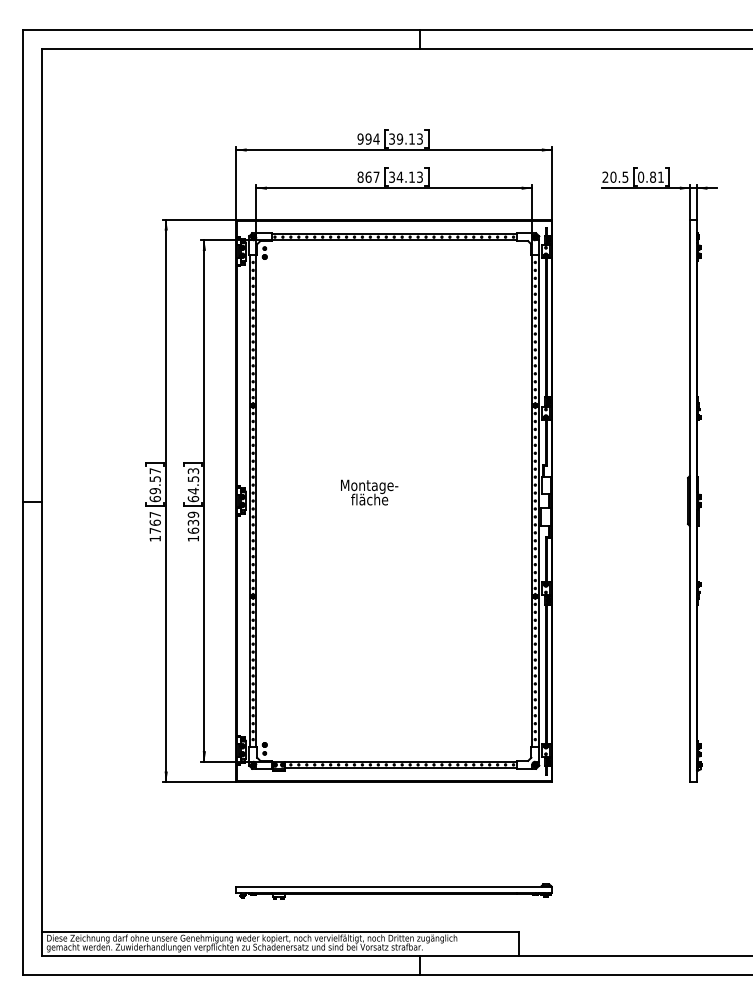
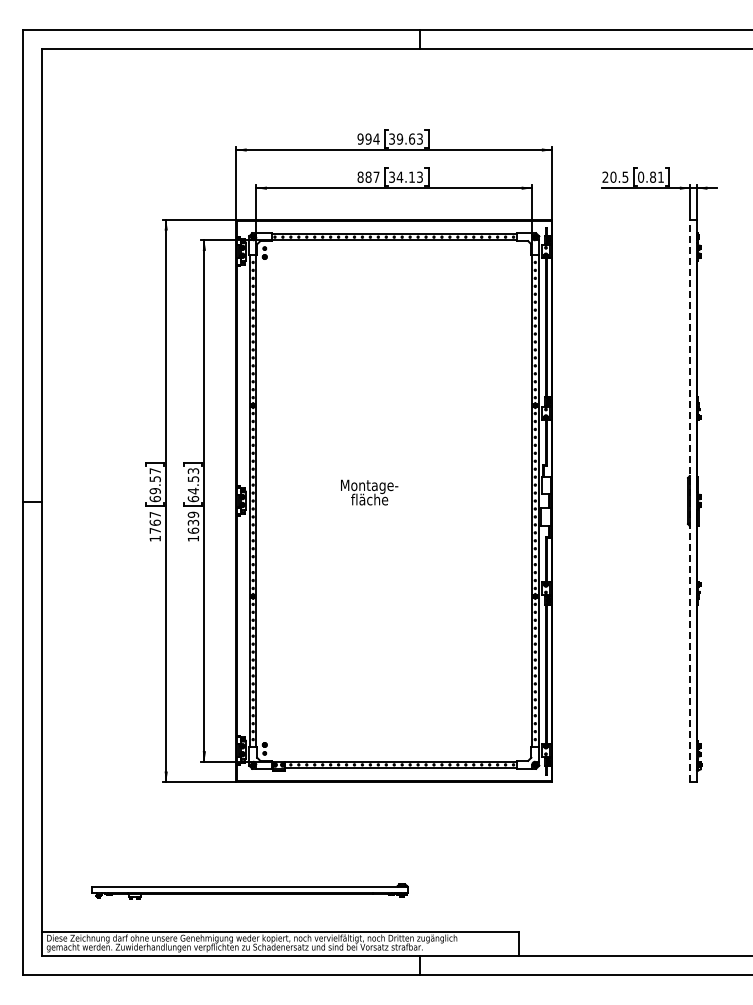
text at (412, 138): 39.13 -> 39.63
text at (368, 176): 867 -> 887
line at (690, 500): solid -> dashed
part at (393, 891) position: (393, 891) -> (249, 891)
